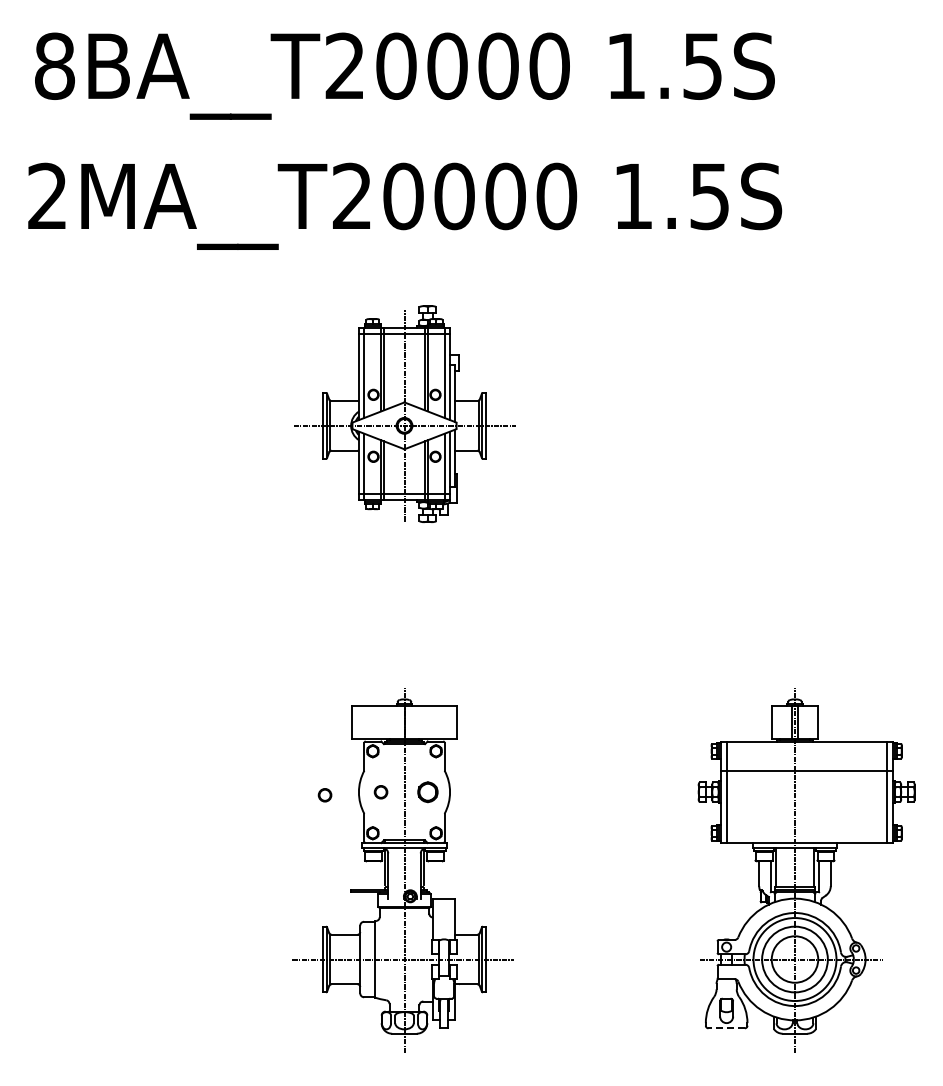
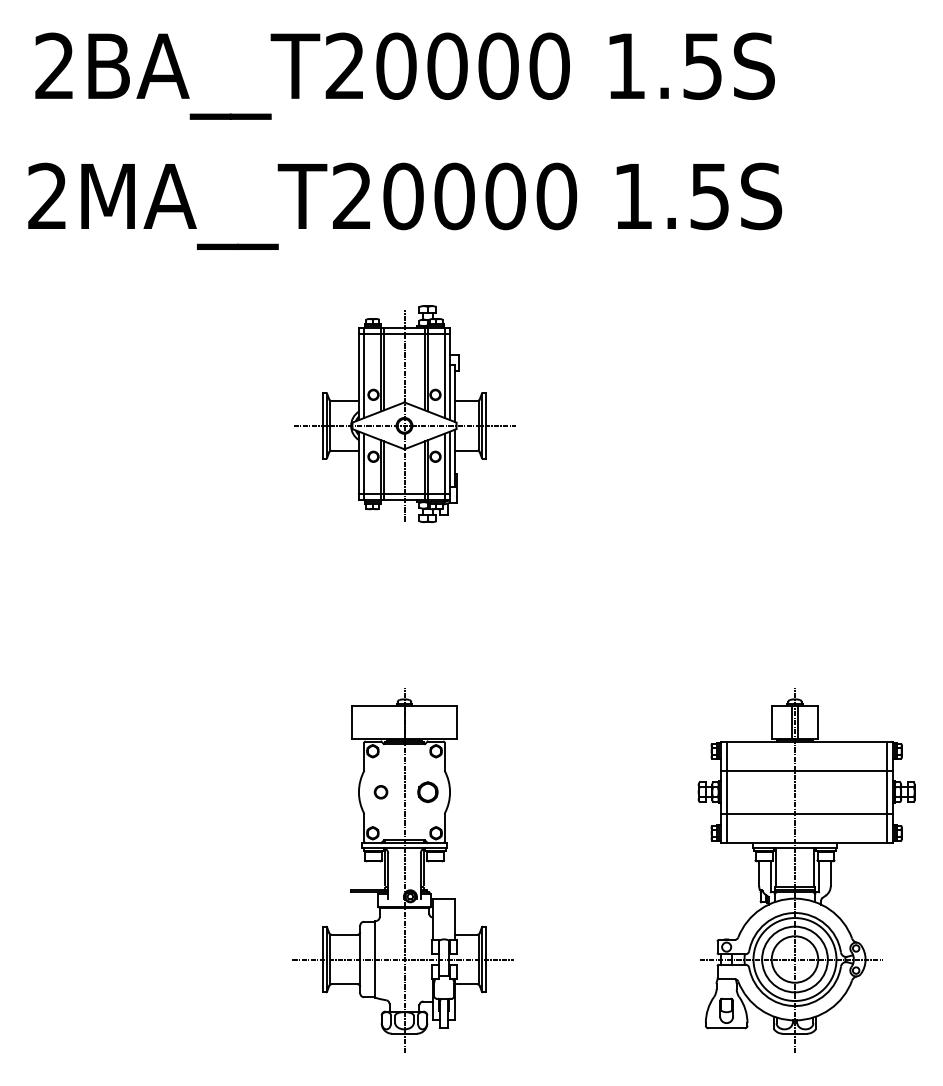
text at (55, 65): 8BA__T20000 -> 2BA__T20000
part at (324, 795): present -> none
line at (806, 813): none -> present
line at (726, 1028): dashed -> solid
